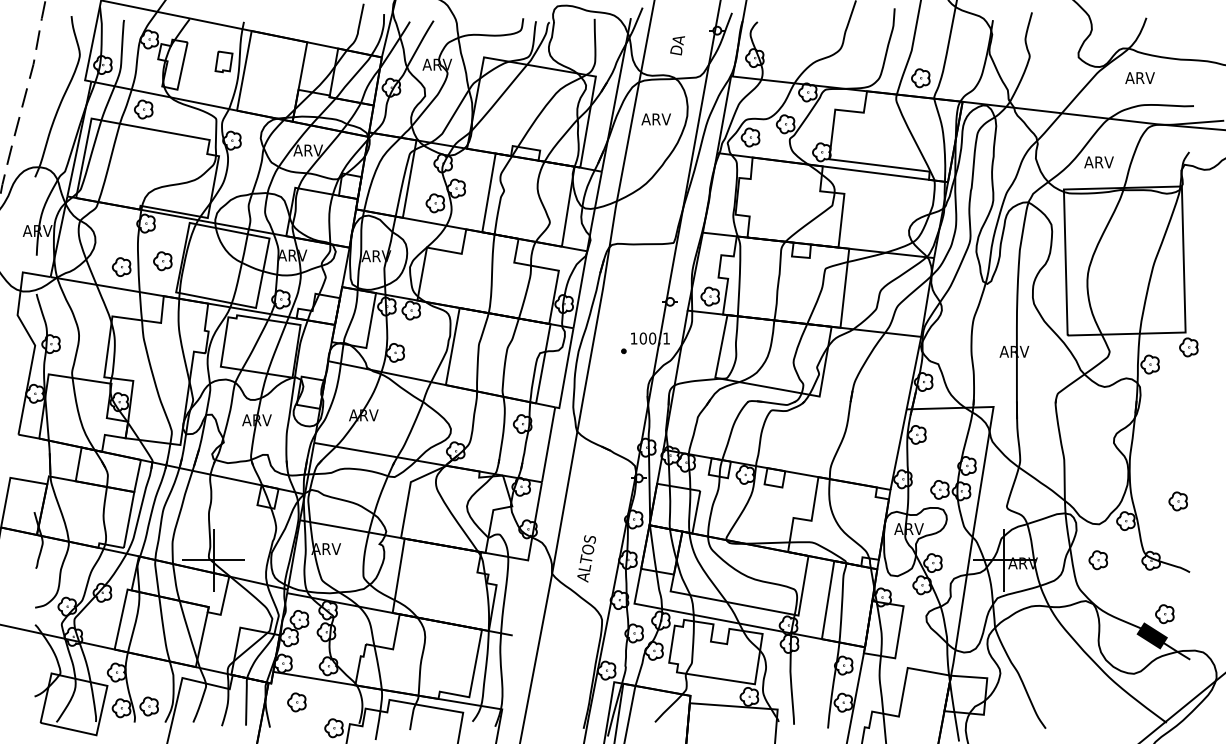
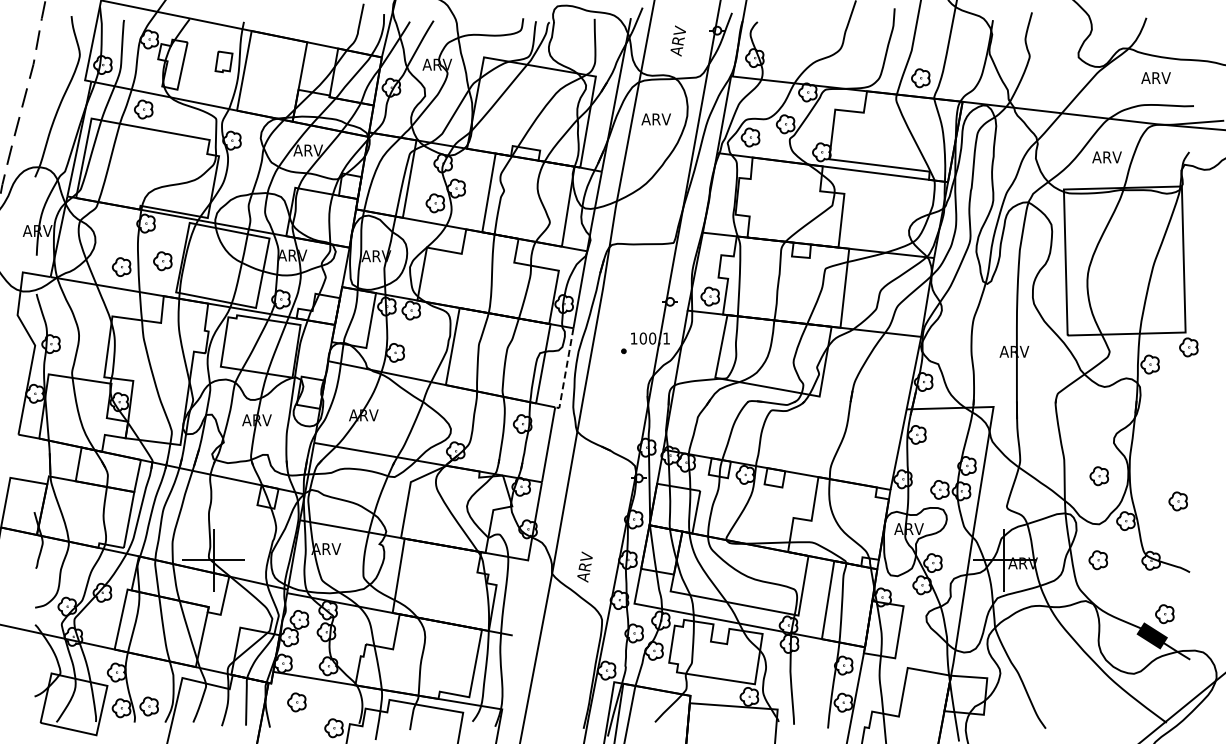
text at (677, 40): DA -> ARV
text at (1139, 77) position: (1139, 77) -> (1155, 77)
text at (1098, 162) position: (1098, 162) -> (1106, 157)
line at (565, 371): solid -> dashed
part at (1099, 476): none -> present
text at (587, 552): ALTOS -> ARV
